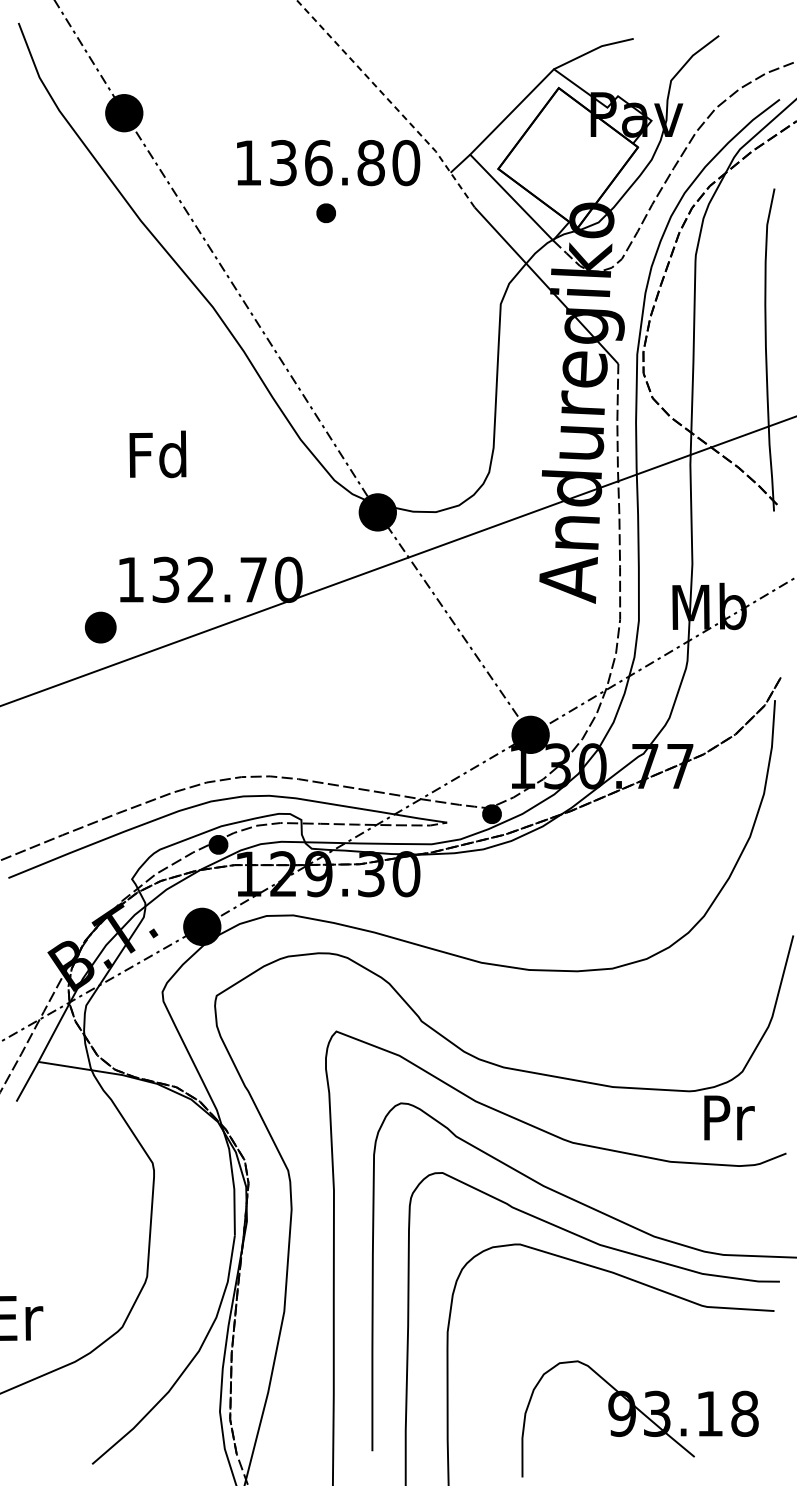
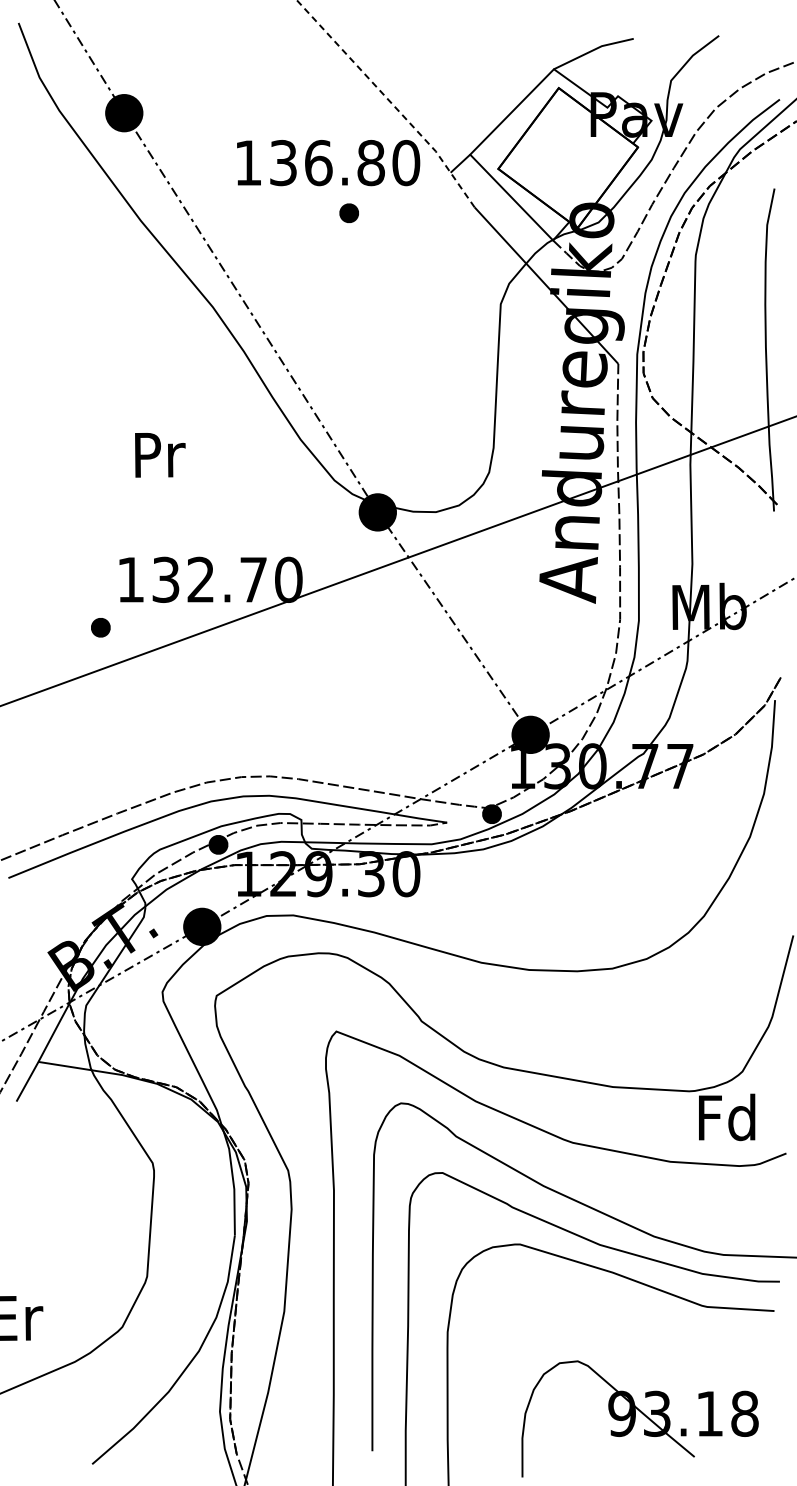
part at (325, 212) position: (325, 212) -> (348, 212)
text at (157, 454): Fd -> Pr
part at (100, 627) size: 32x33 px -> 20x20 px
text at (727, 1117): Pr -> Fd
